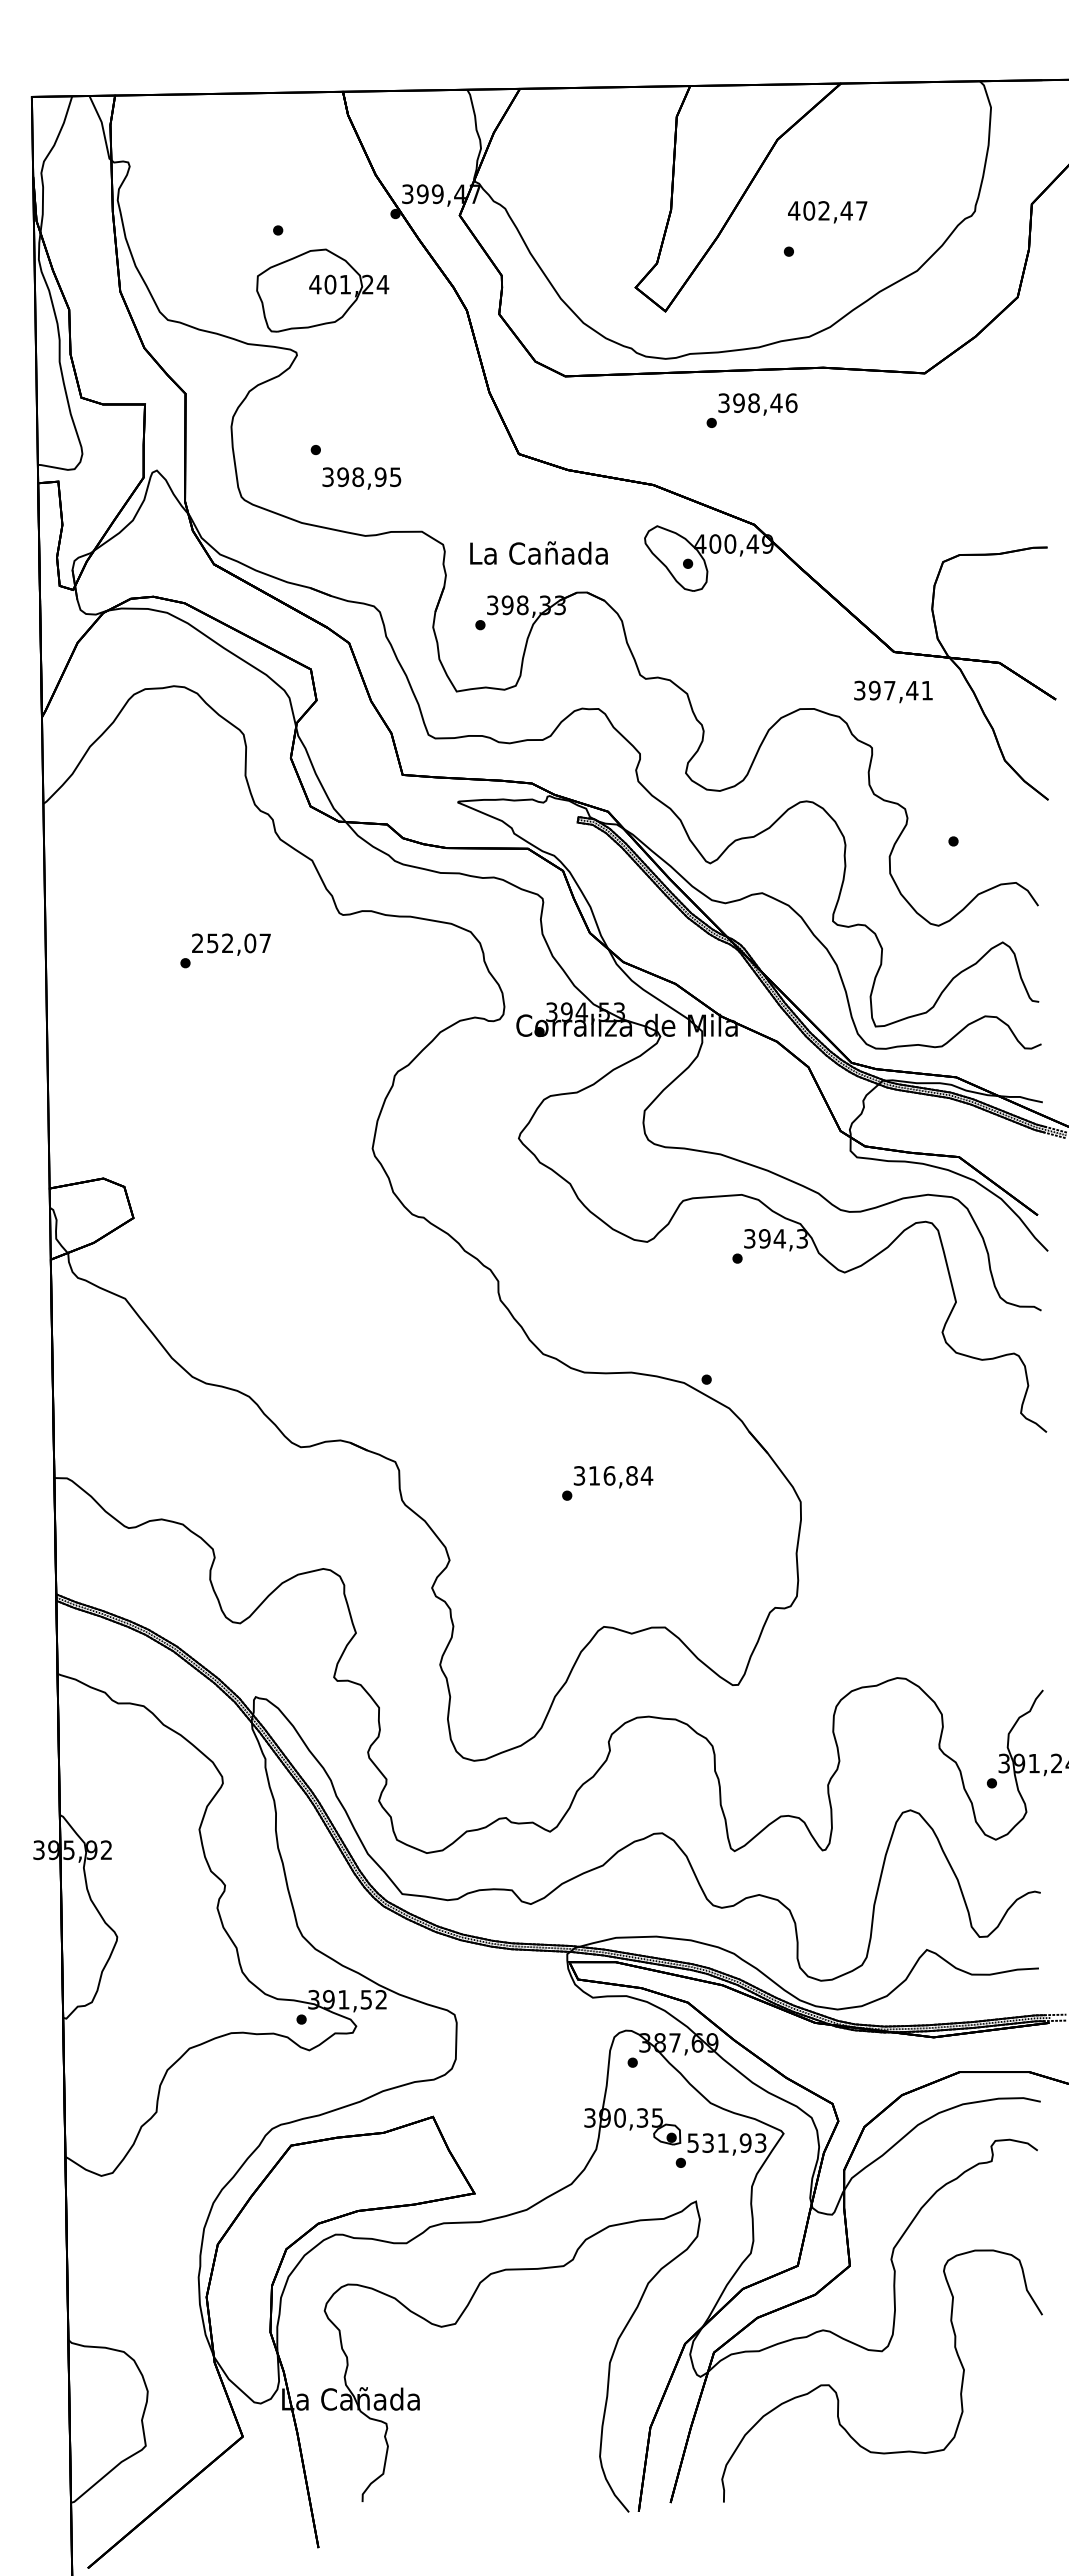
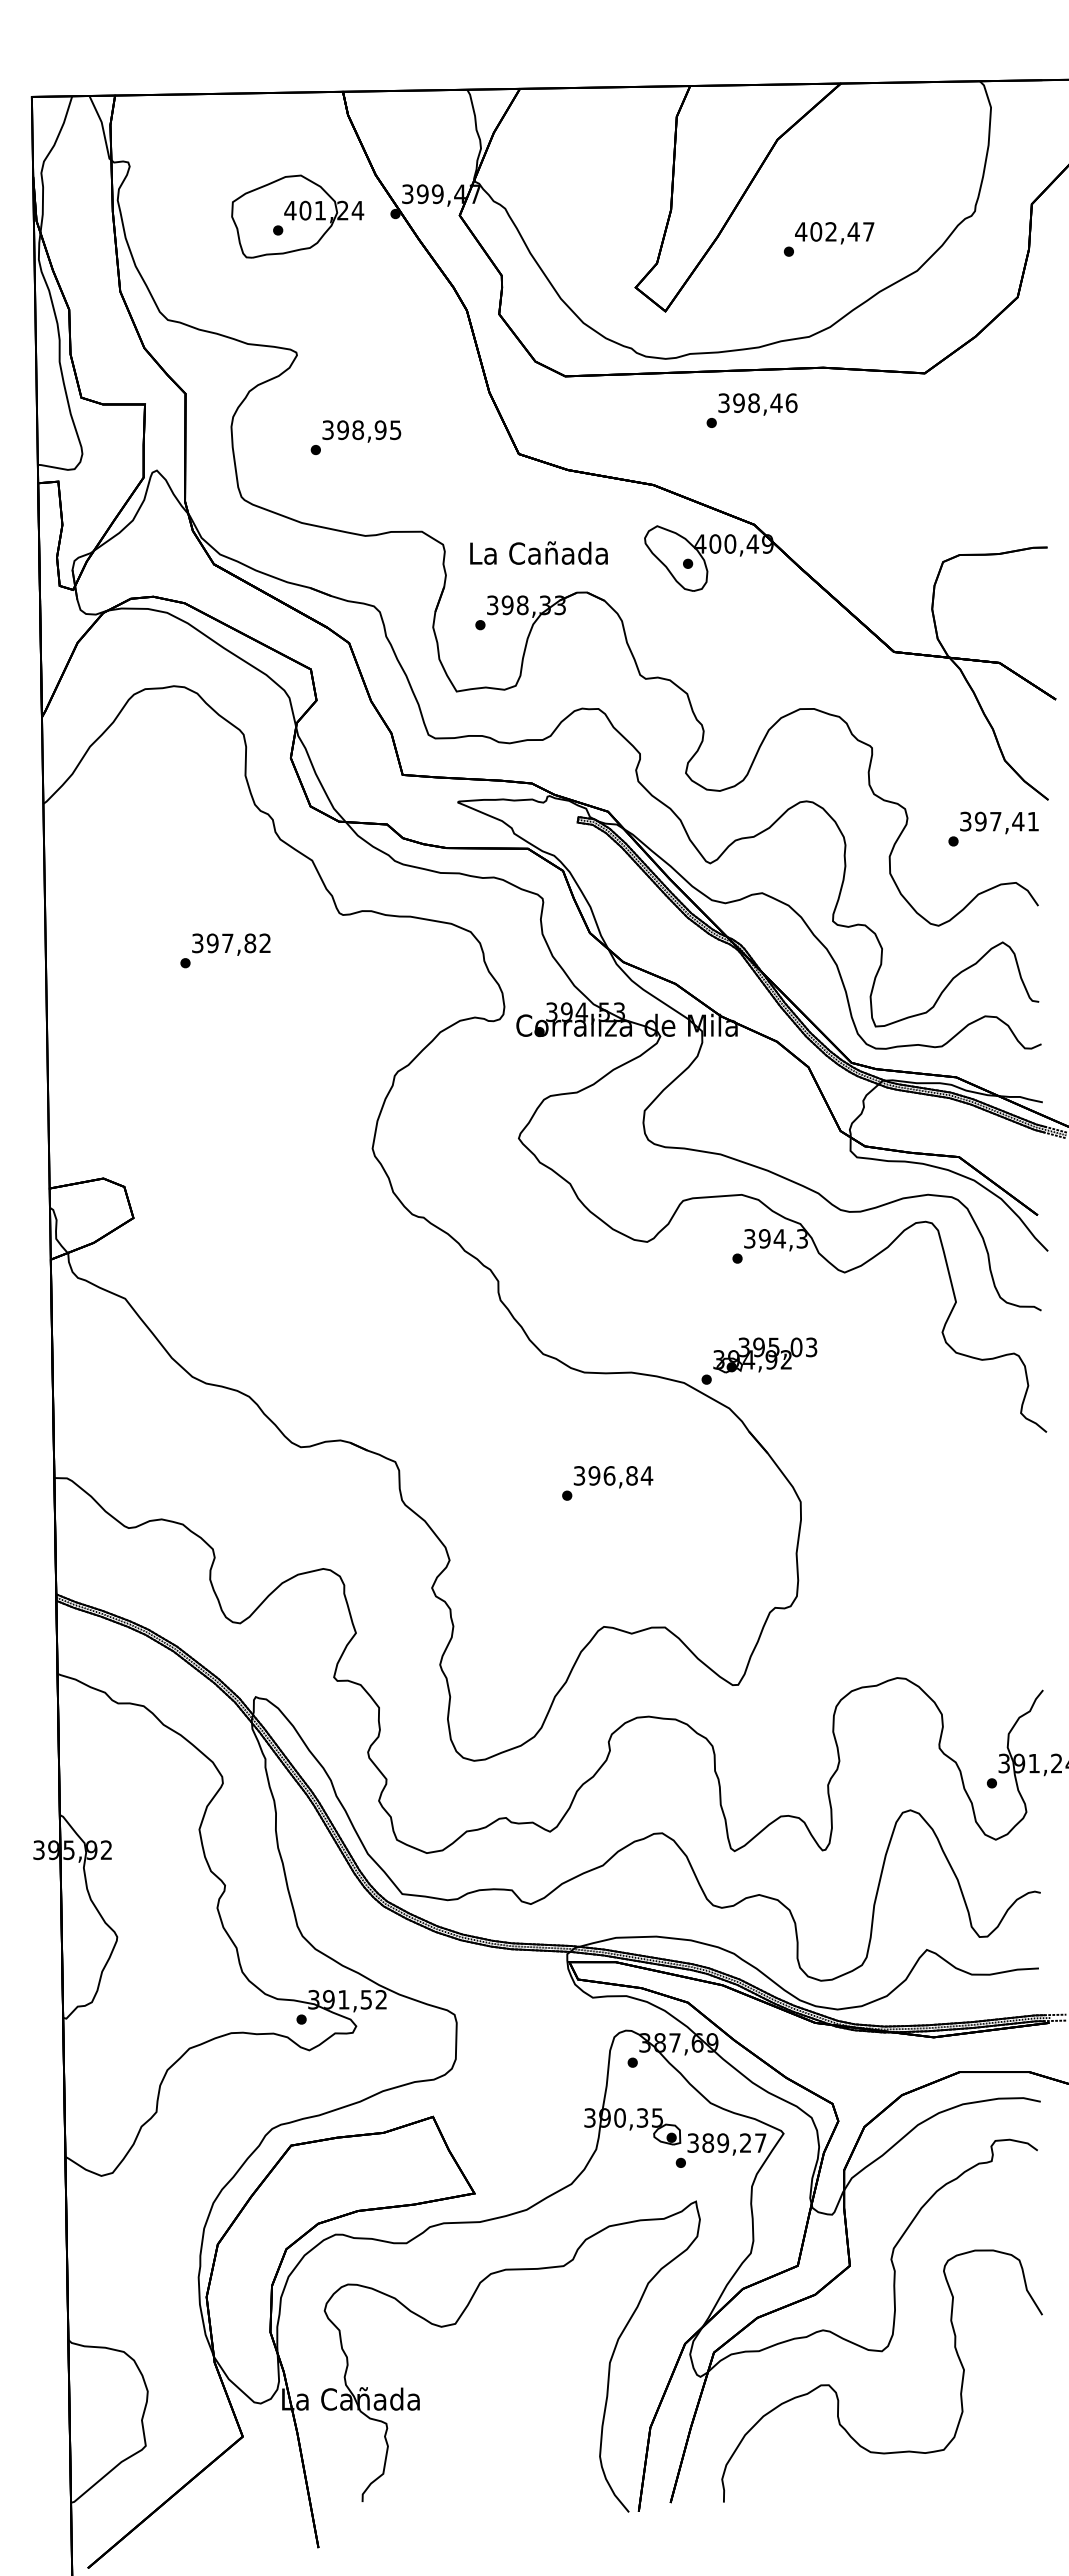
text at (827, 212) position: (827, 212) -> (834, 233)
part at (322, 290) position: (322, 290) -> (297, 216)
text at (361, 478) position: (361, 478) -> (361, 431)
text at (893, 691) position: (893, 691) -> (999, 822)
text at (231, 943): 252,07 -> 397,82
part at (765, 1355): none -> present
text at (594, 1475): 316,84 -> 396,84
text at (727, 2142): 531,93 -> 389,27
